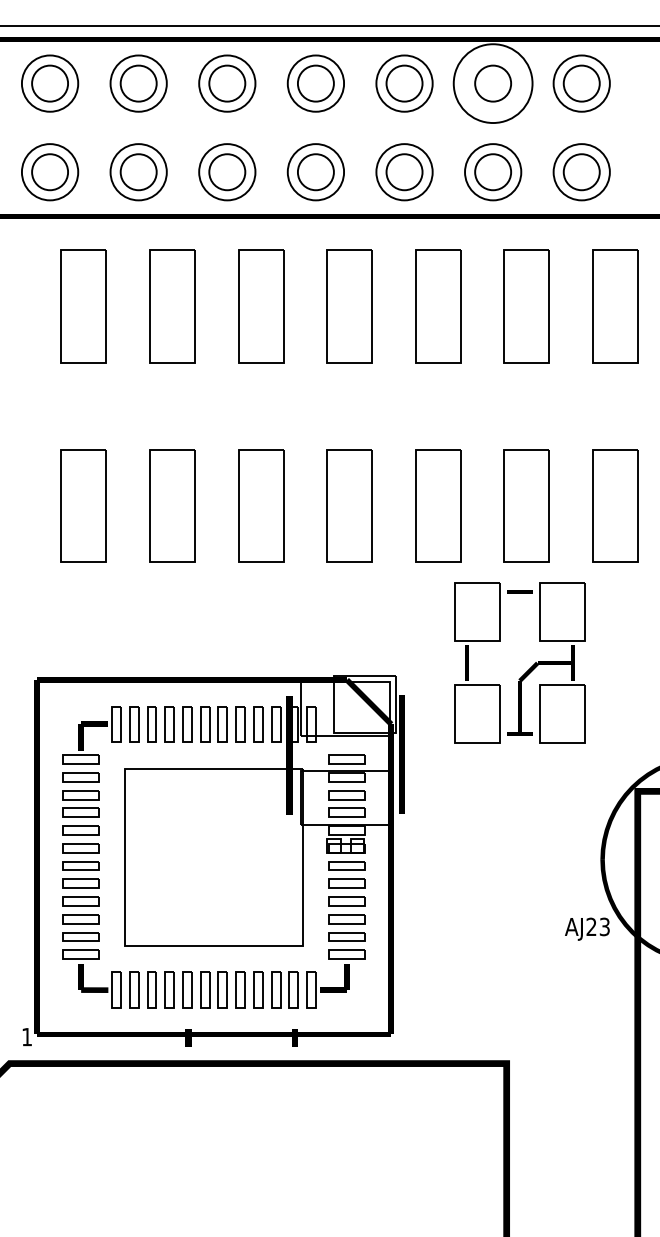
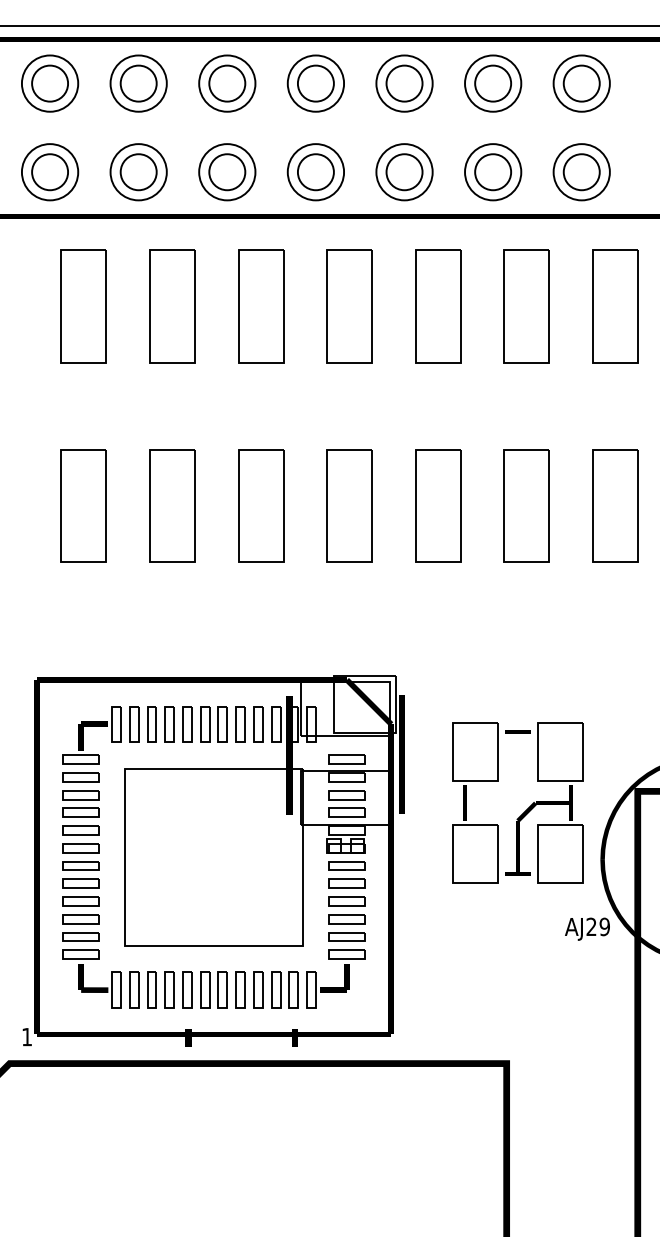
circle at (492, 83) diameter: 79 px -> 56 px
part at (527, 670) position: (527, 670) -> (525, 810)
text at (604, 926): AJ23 -> AJ29
